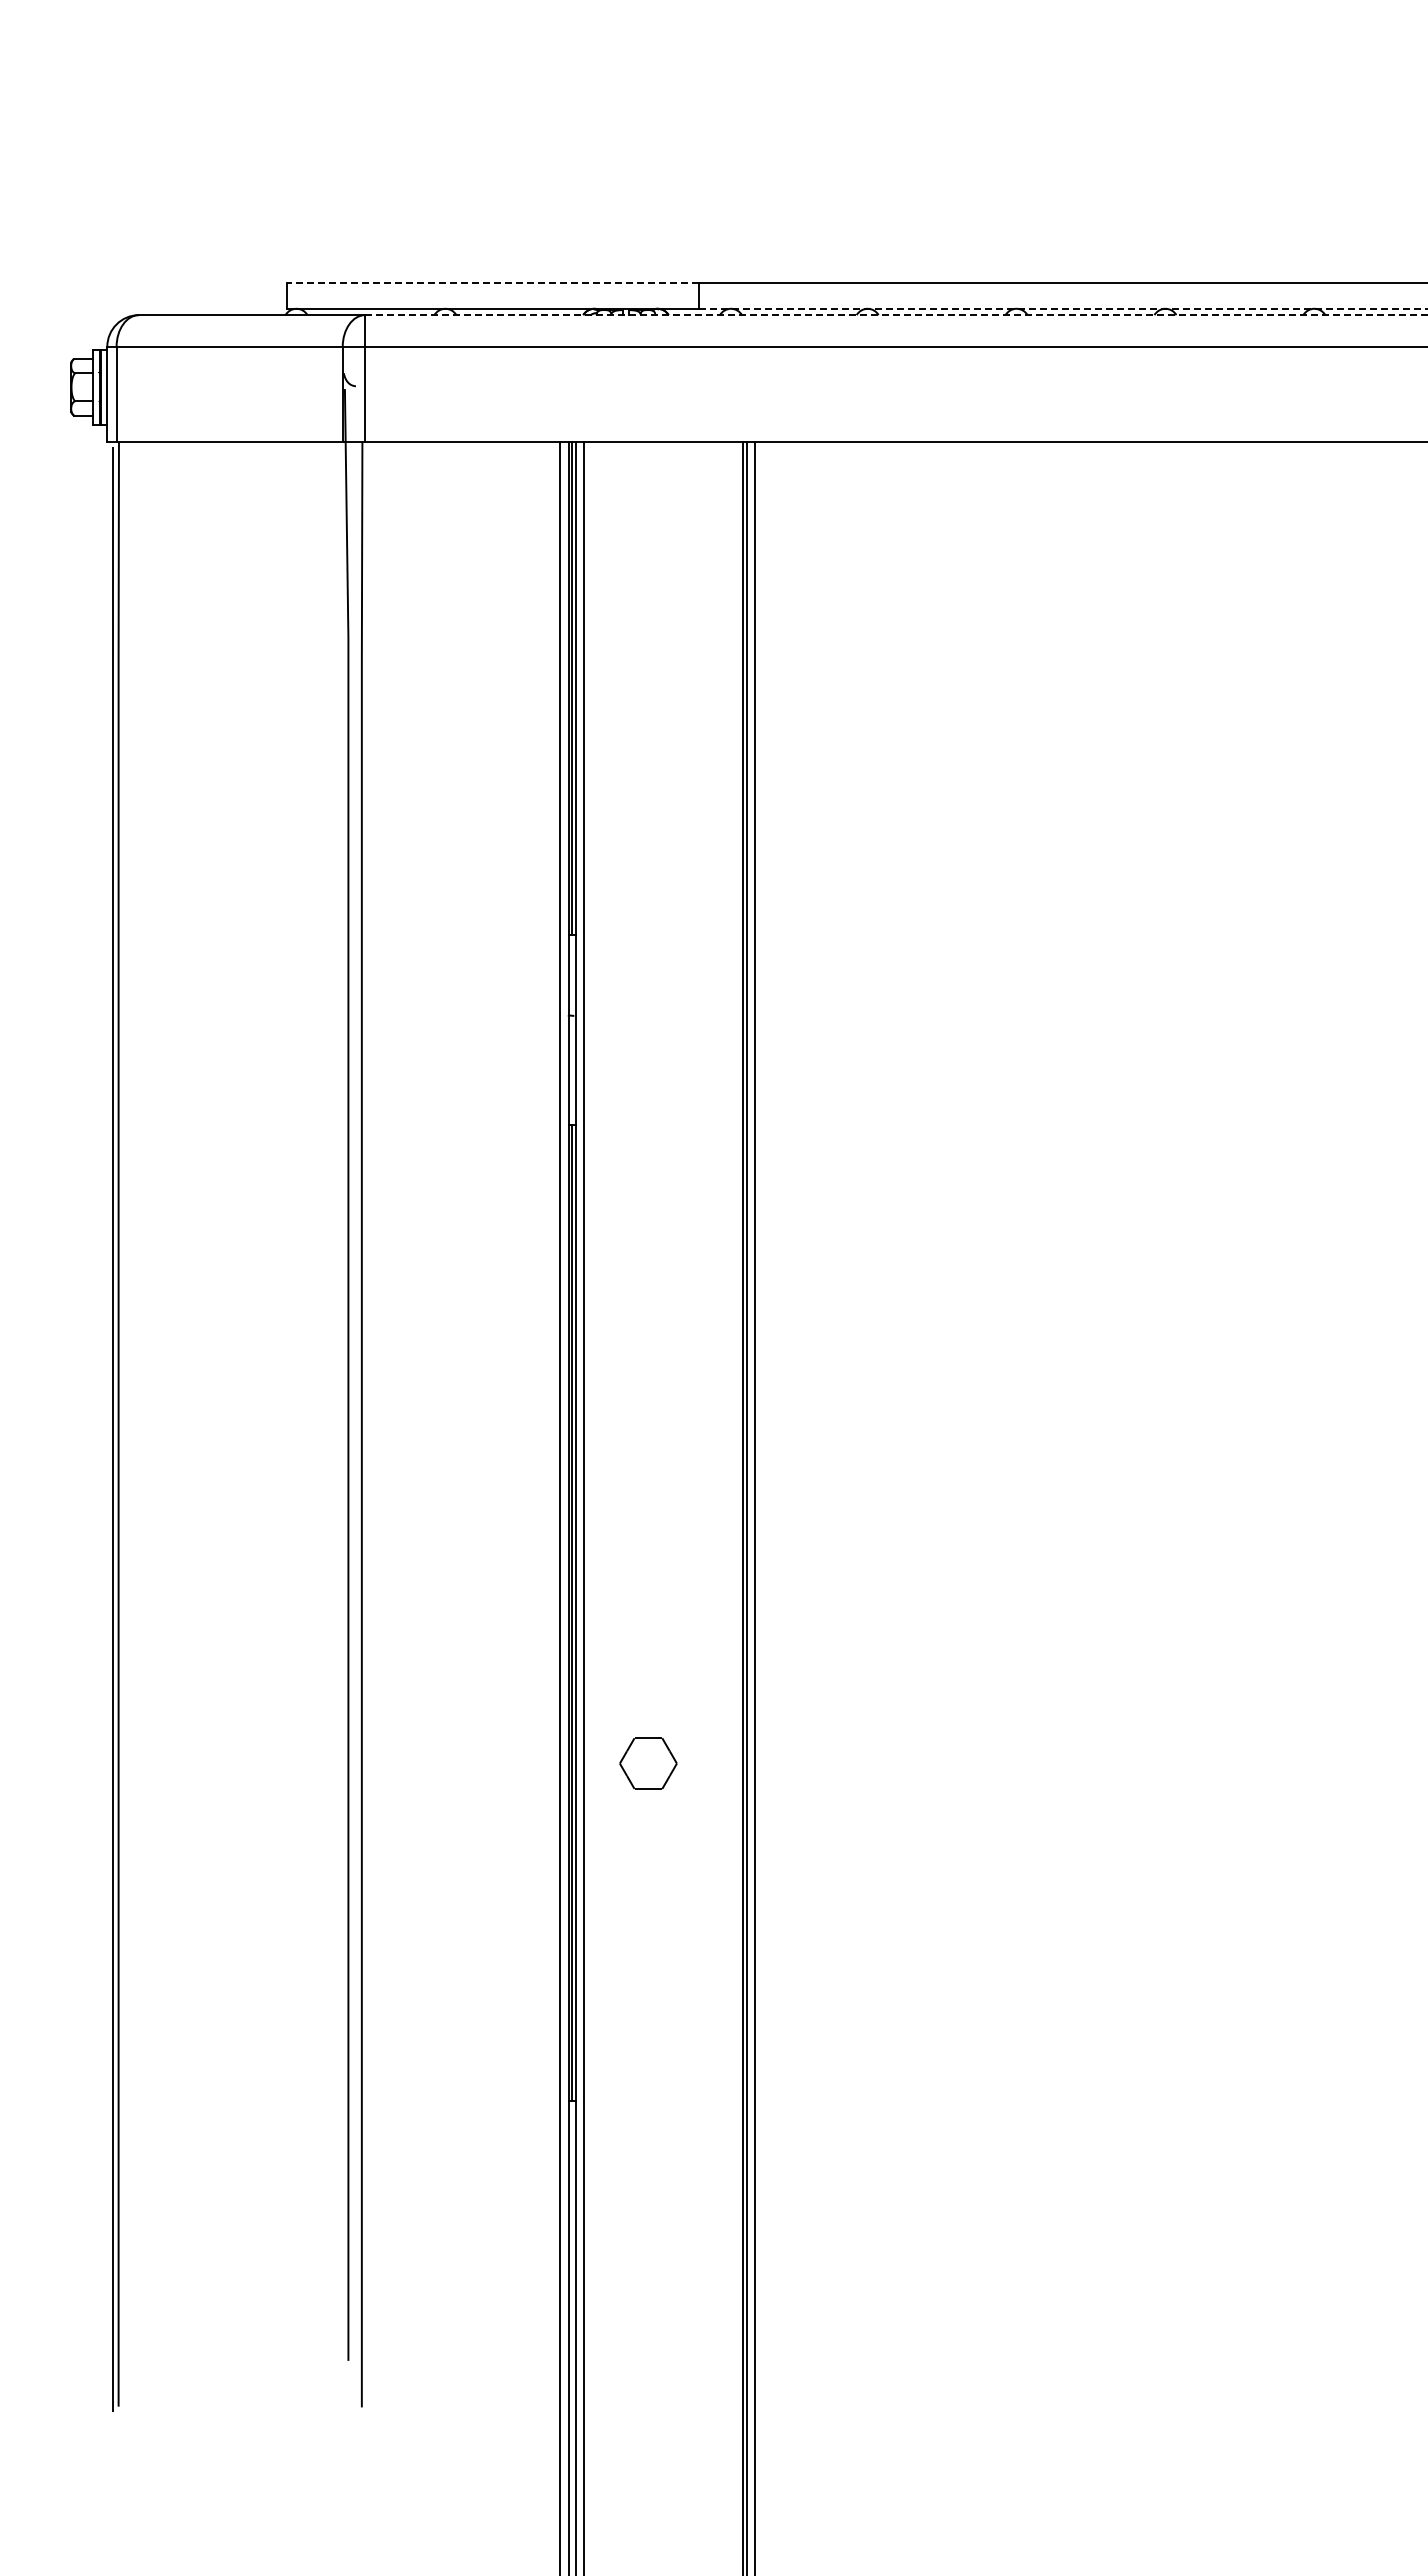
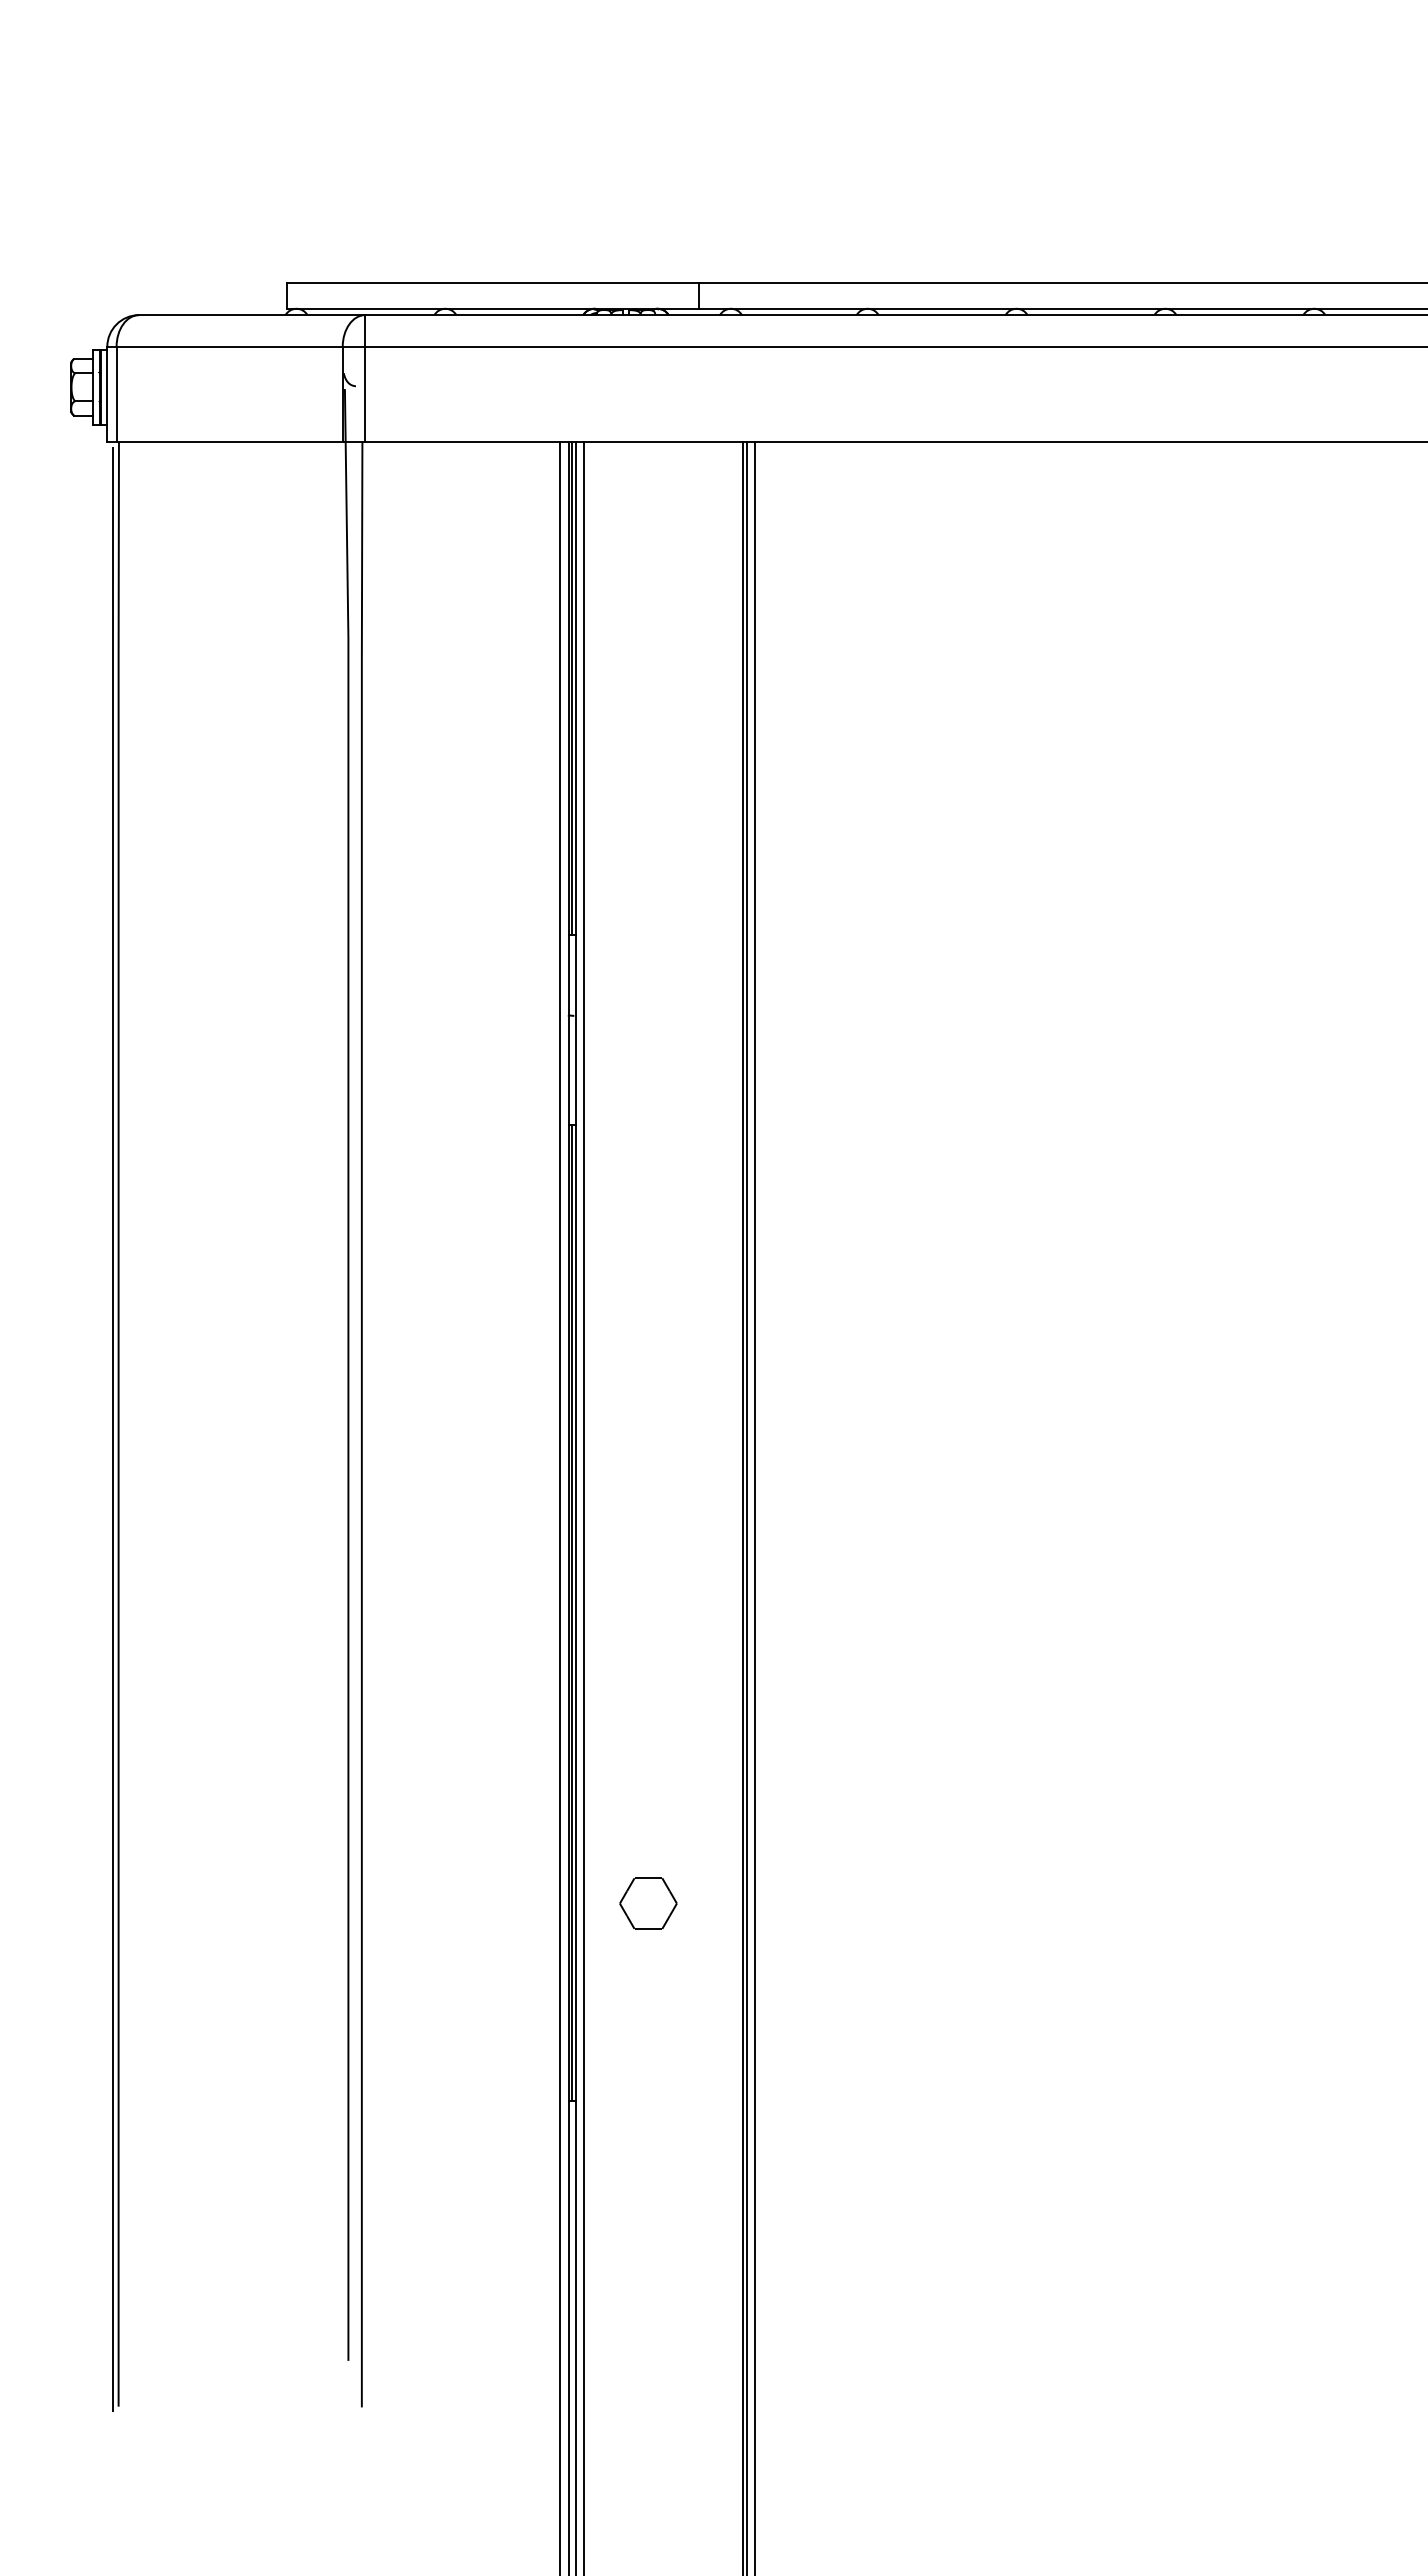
line at (493, 283): dashed -> solid
line at (1063, 308): dashed -> solid
line at (896, 315): dashed -> solid
part at (648, 1763) position: (648, 1763) -> (648, 1903)
